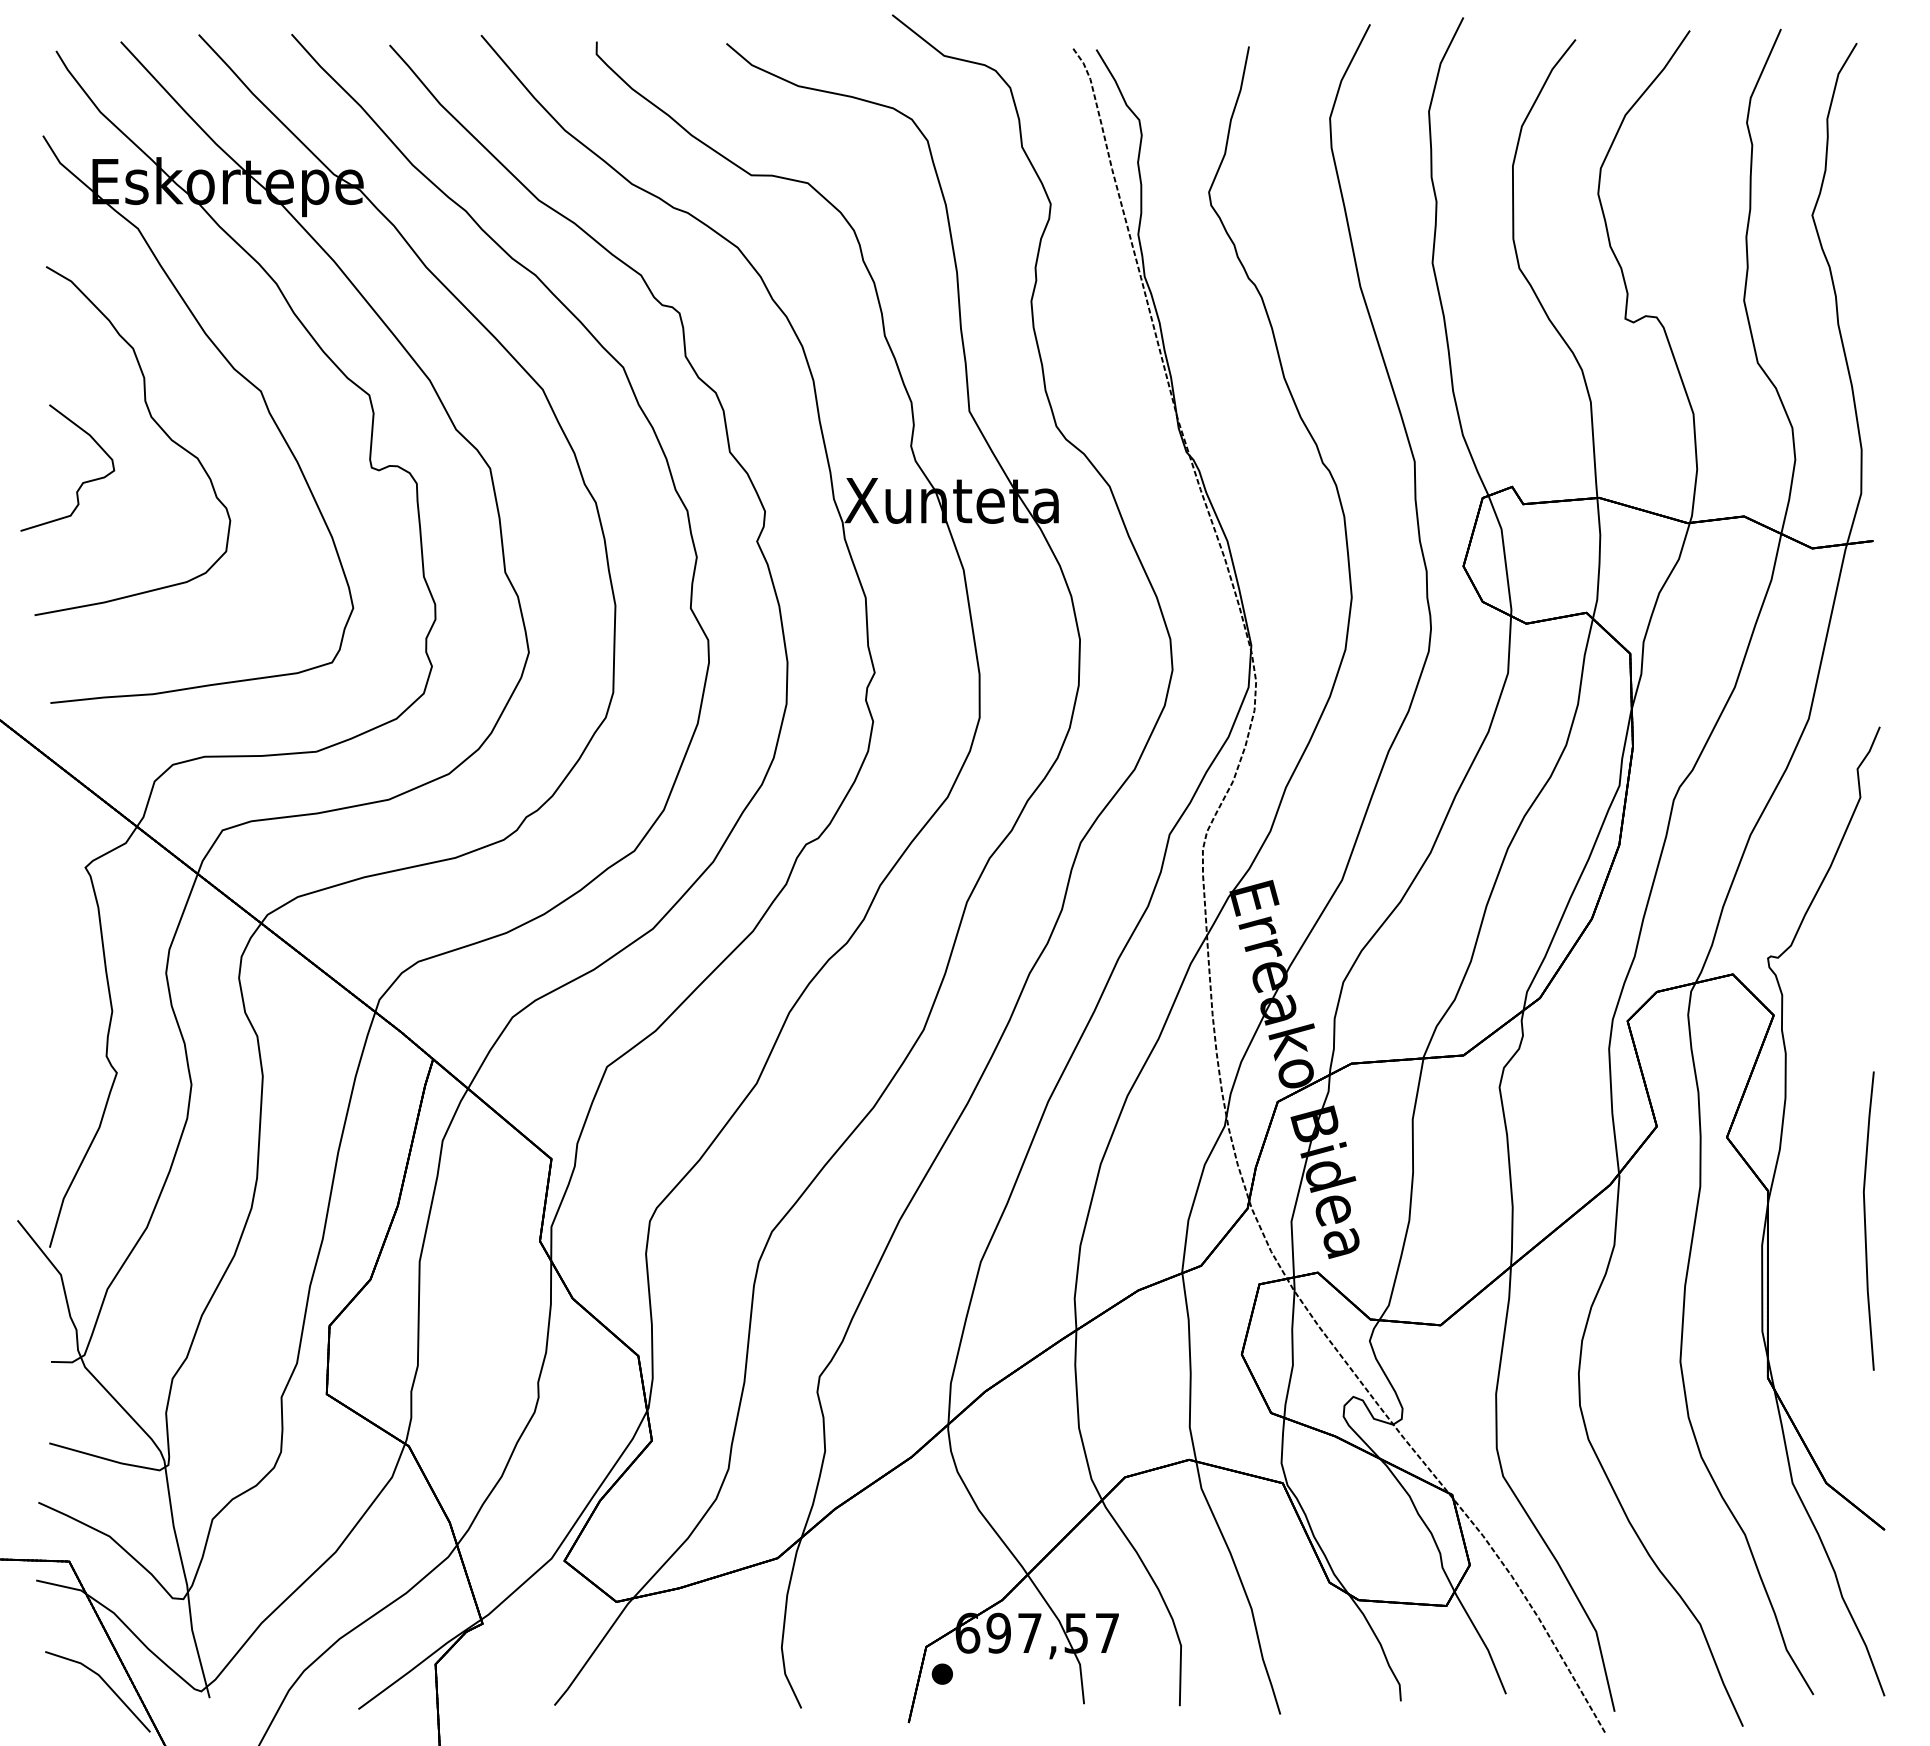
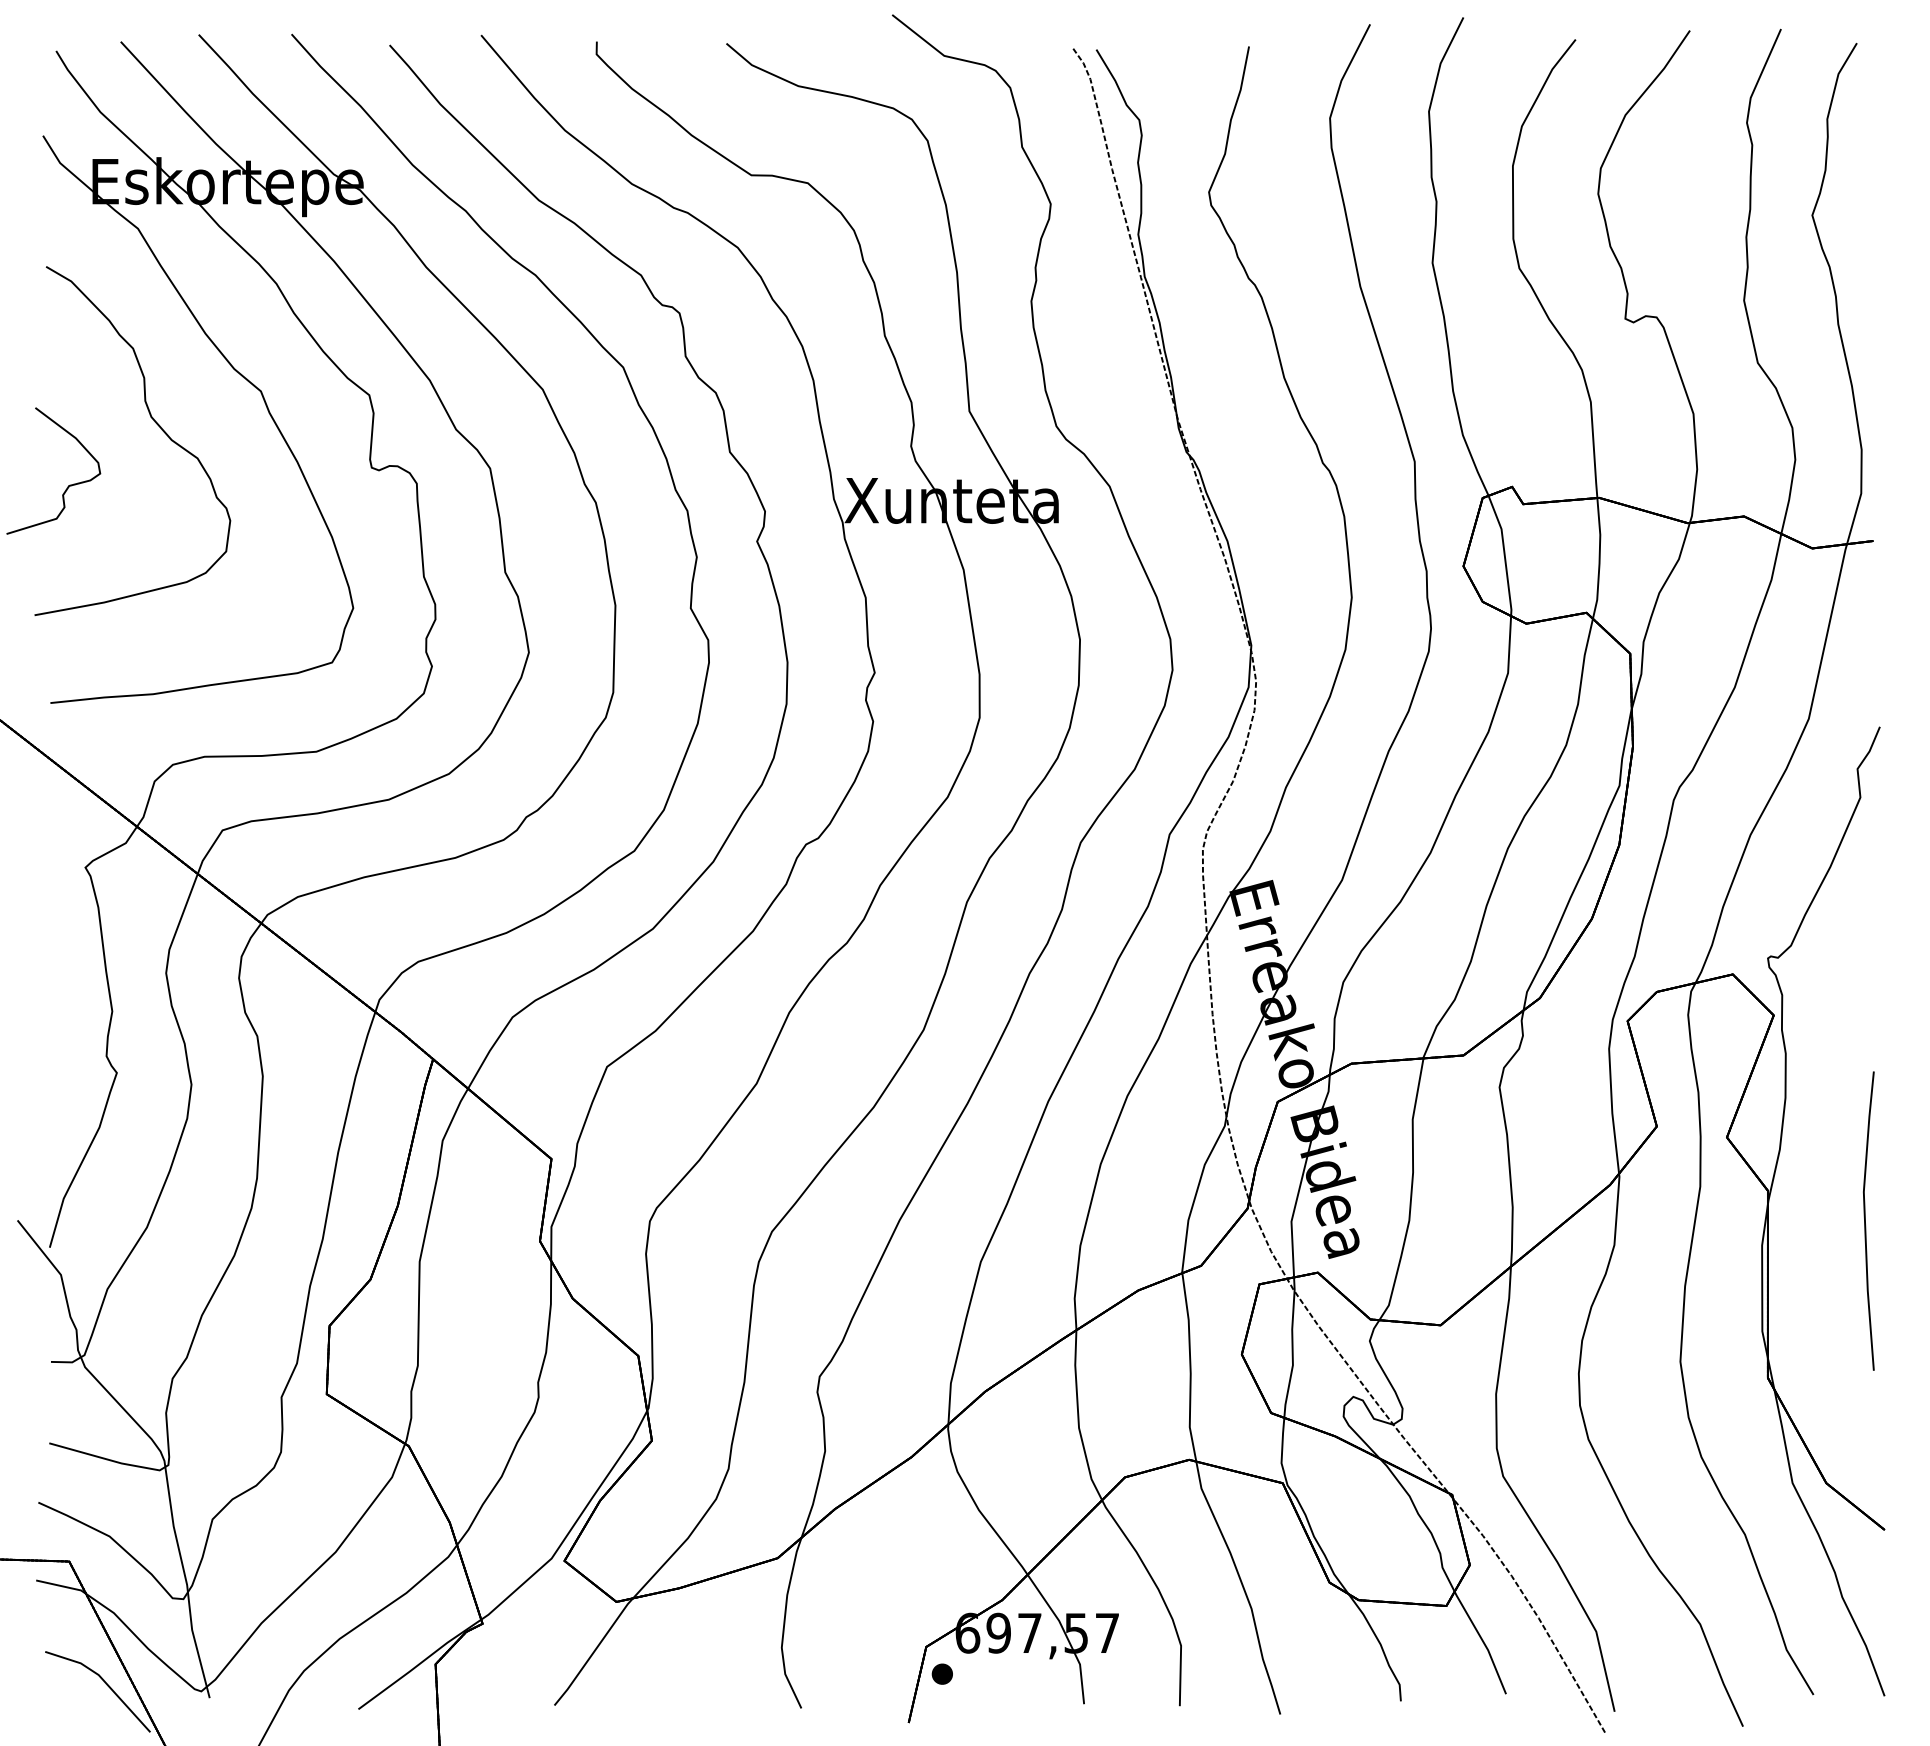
curve at (82, 482) position: (82, 482) -> (68, 485)
